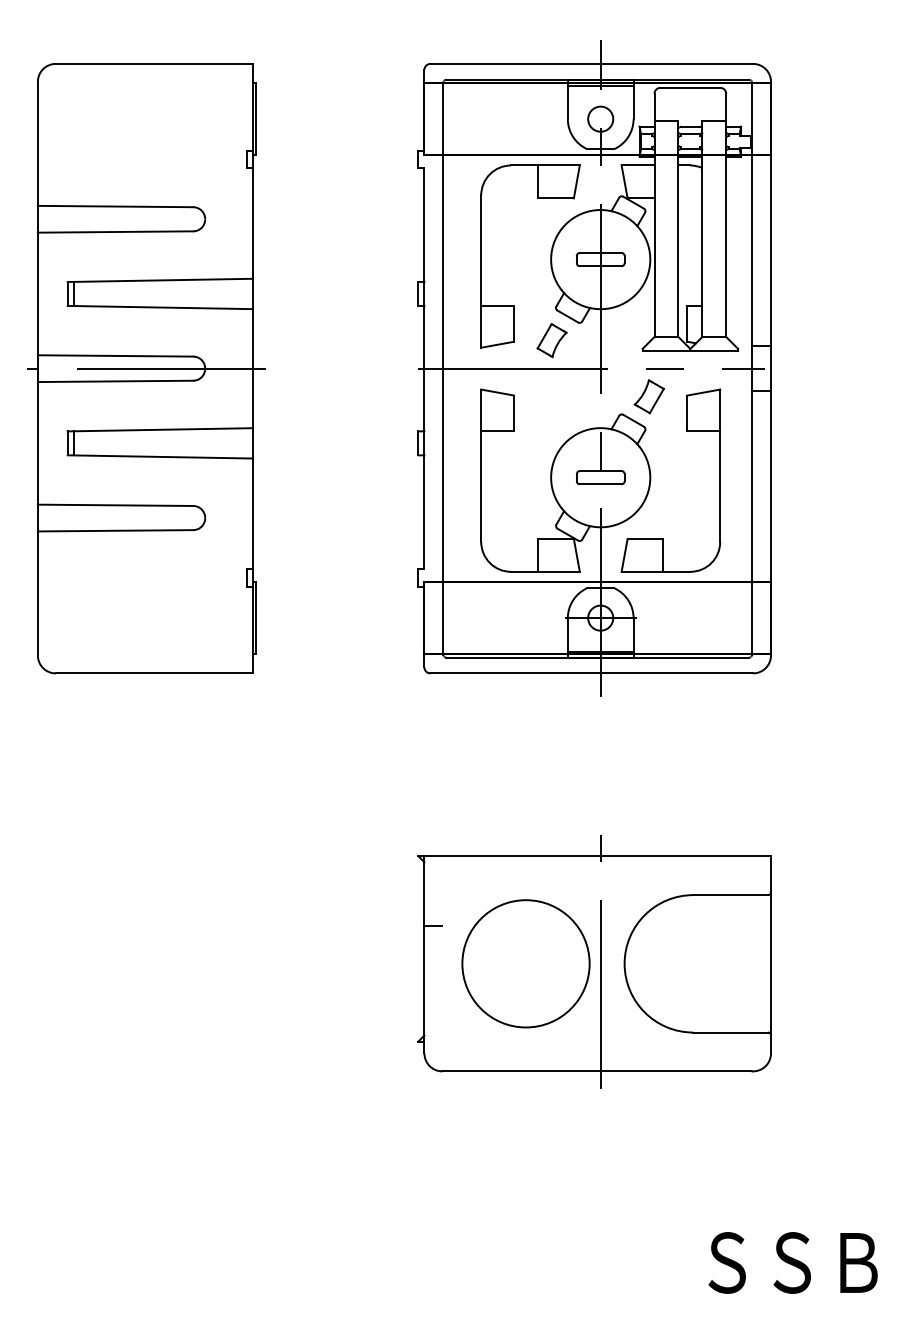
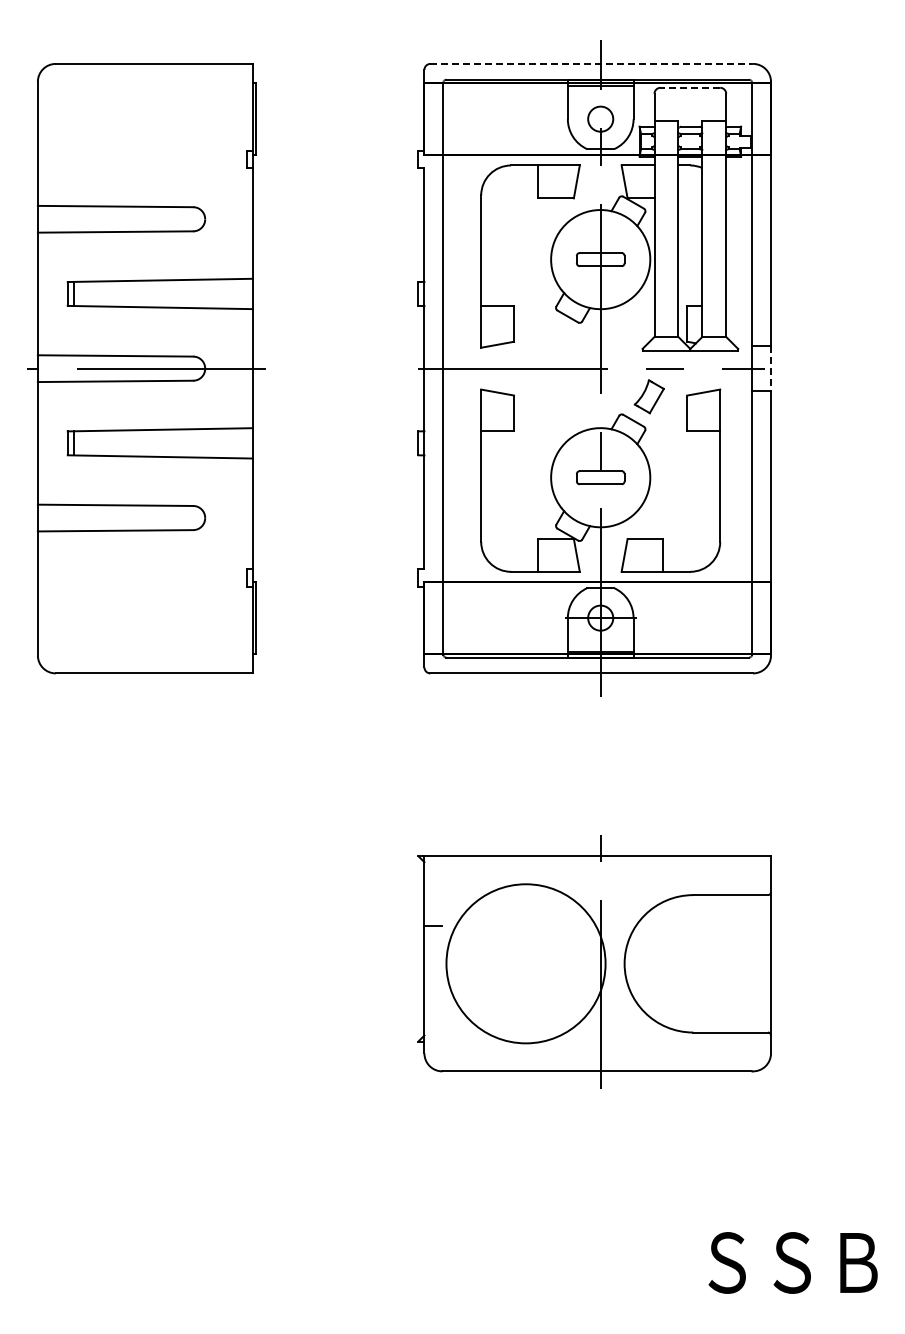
line at (592, 63): solid -> dashed
line at (690, 87): solid -> dashed
part at (551, 340): present -> none
line at (770, 369): solid -> dashed
circle at (525, 963) diameter: 127 px -> 159 px
